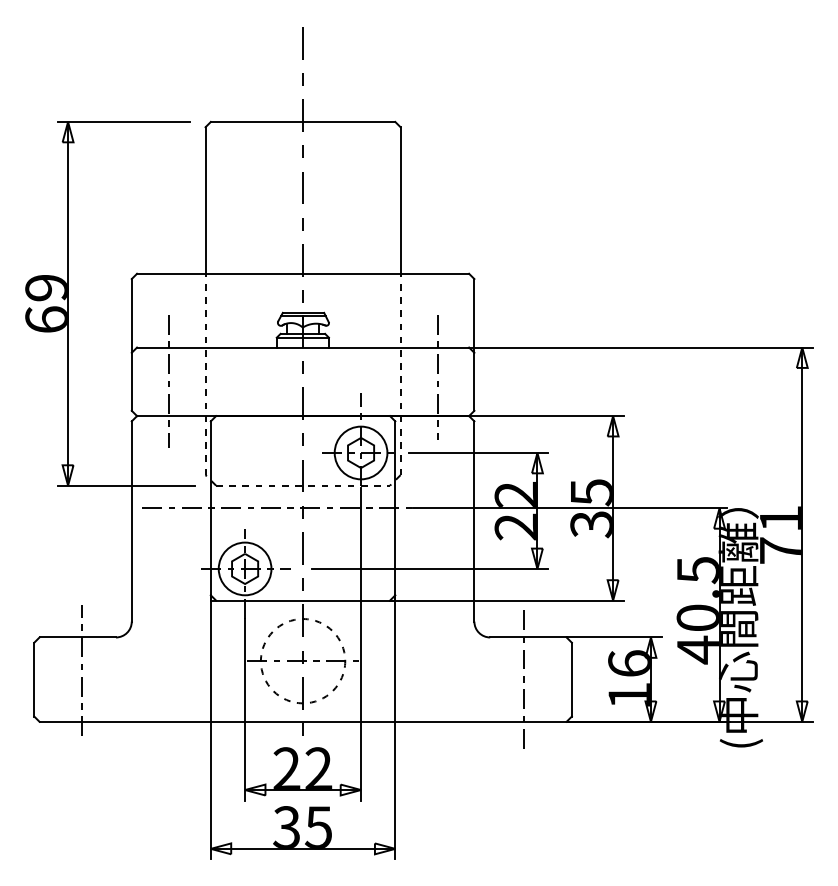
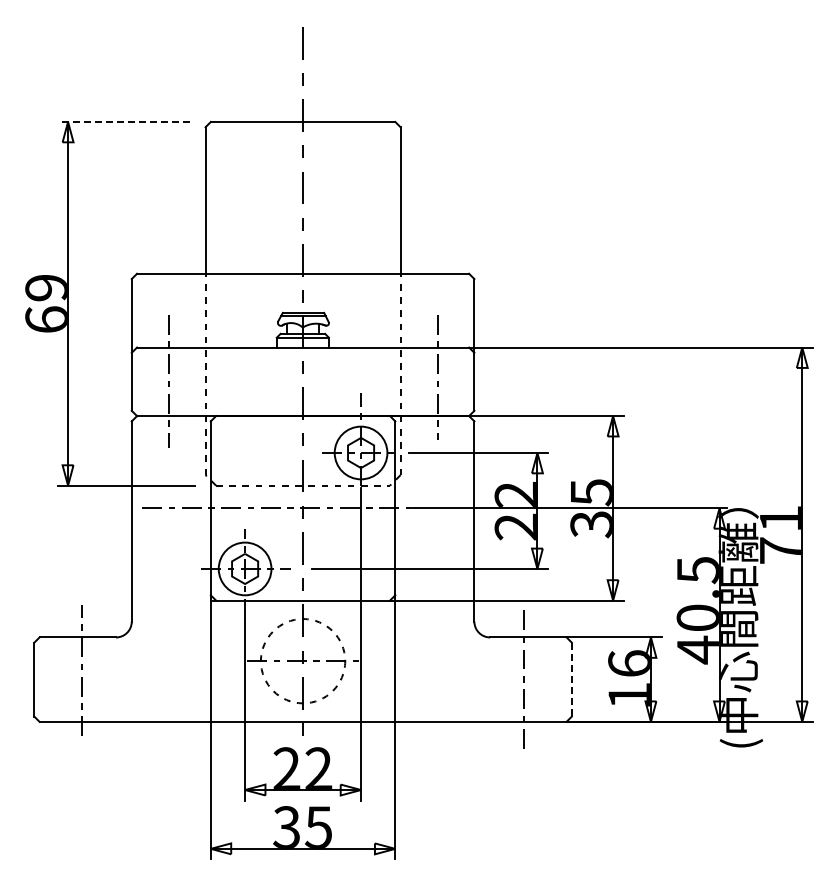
line at (123, 121): solid -> dashed
line at (571, 679): solid -> dashed
